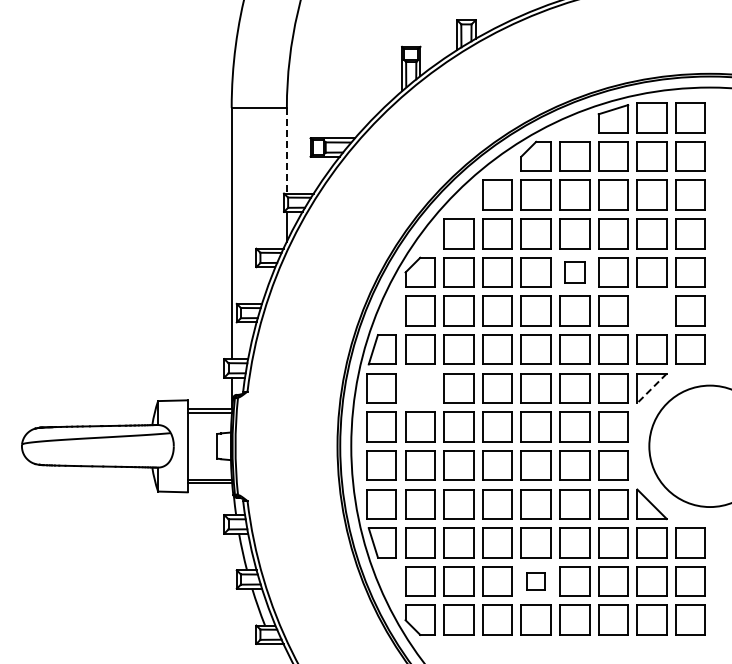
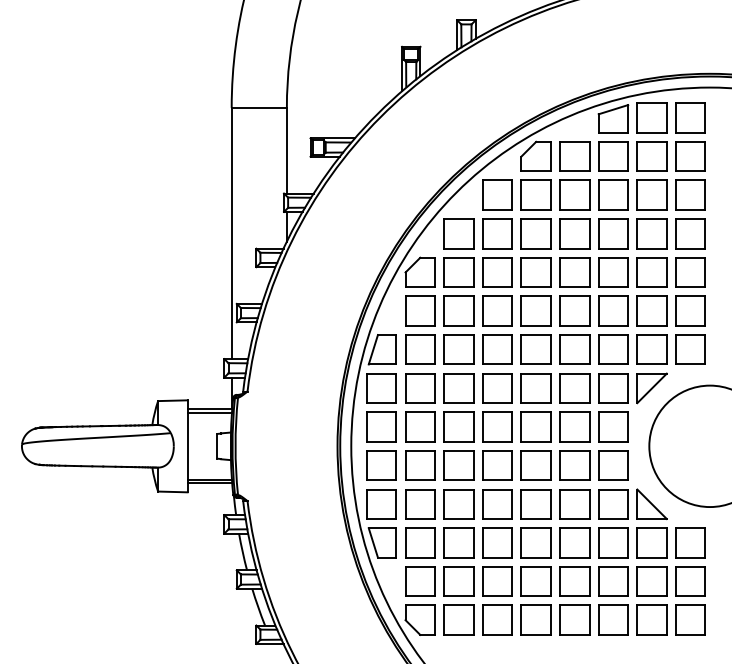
line at (286, 150): dashed -> solid
part at (574, 272) size: 22x23 px -> 32x31 px
part at (651, 310): none -> present
part at (420, 388): none -> present
line at (652, 388): dashed -> solid
part at (535, 581) size: 20x19 px -> 32x31 px
